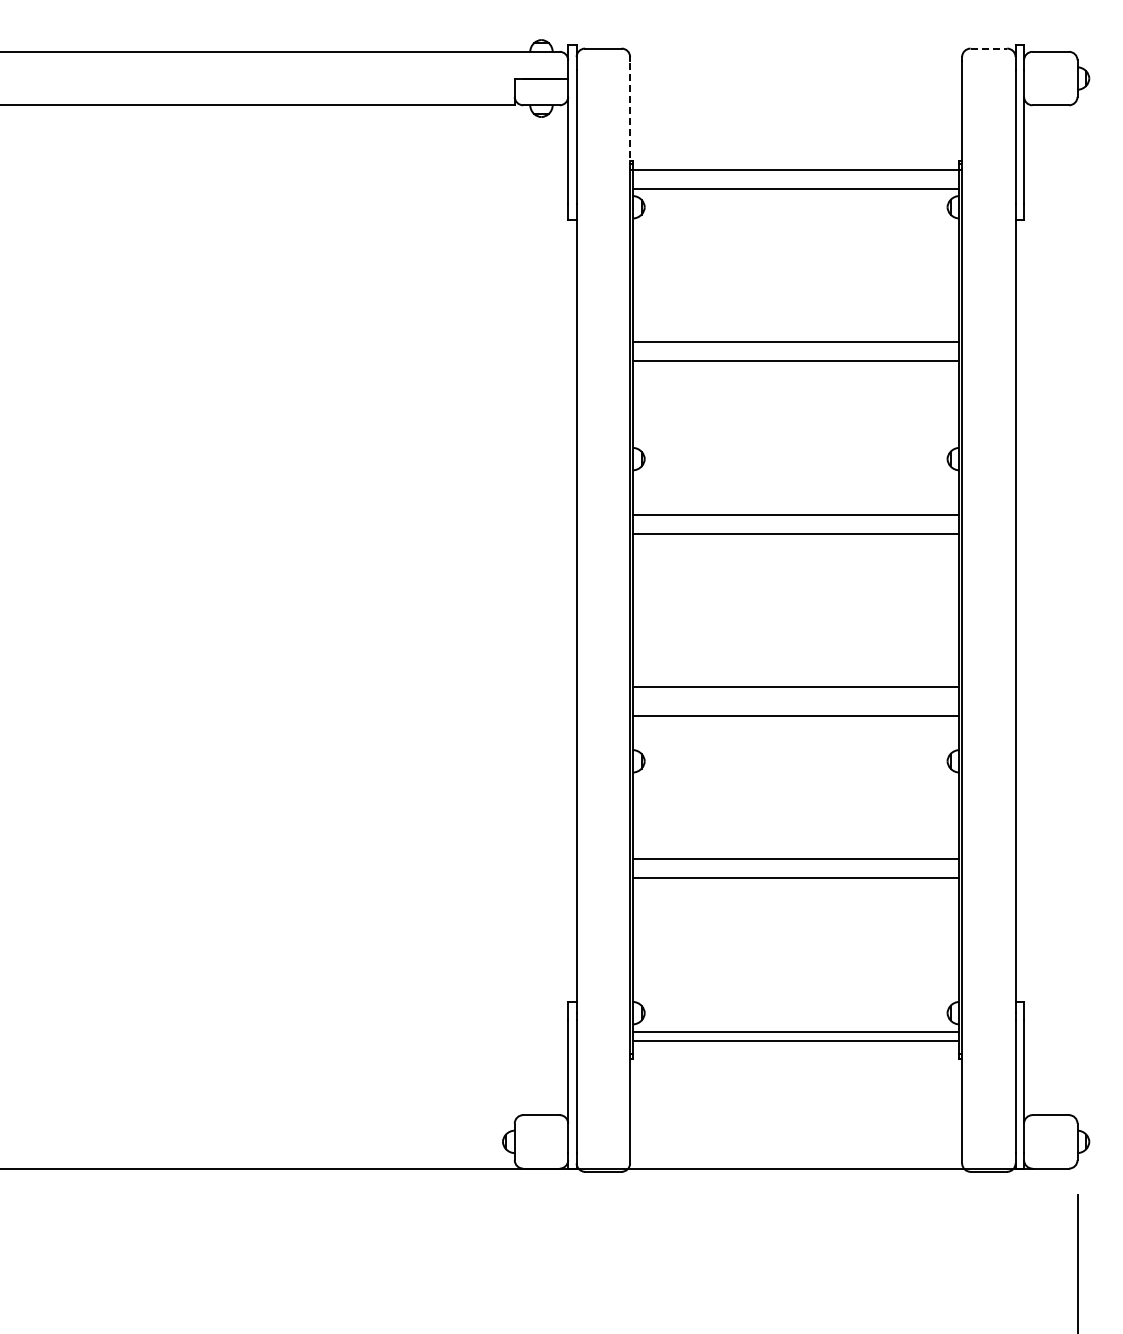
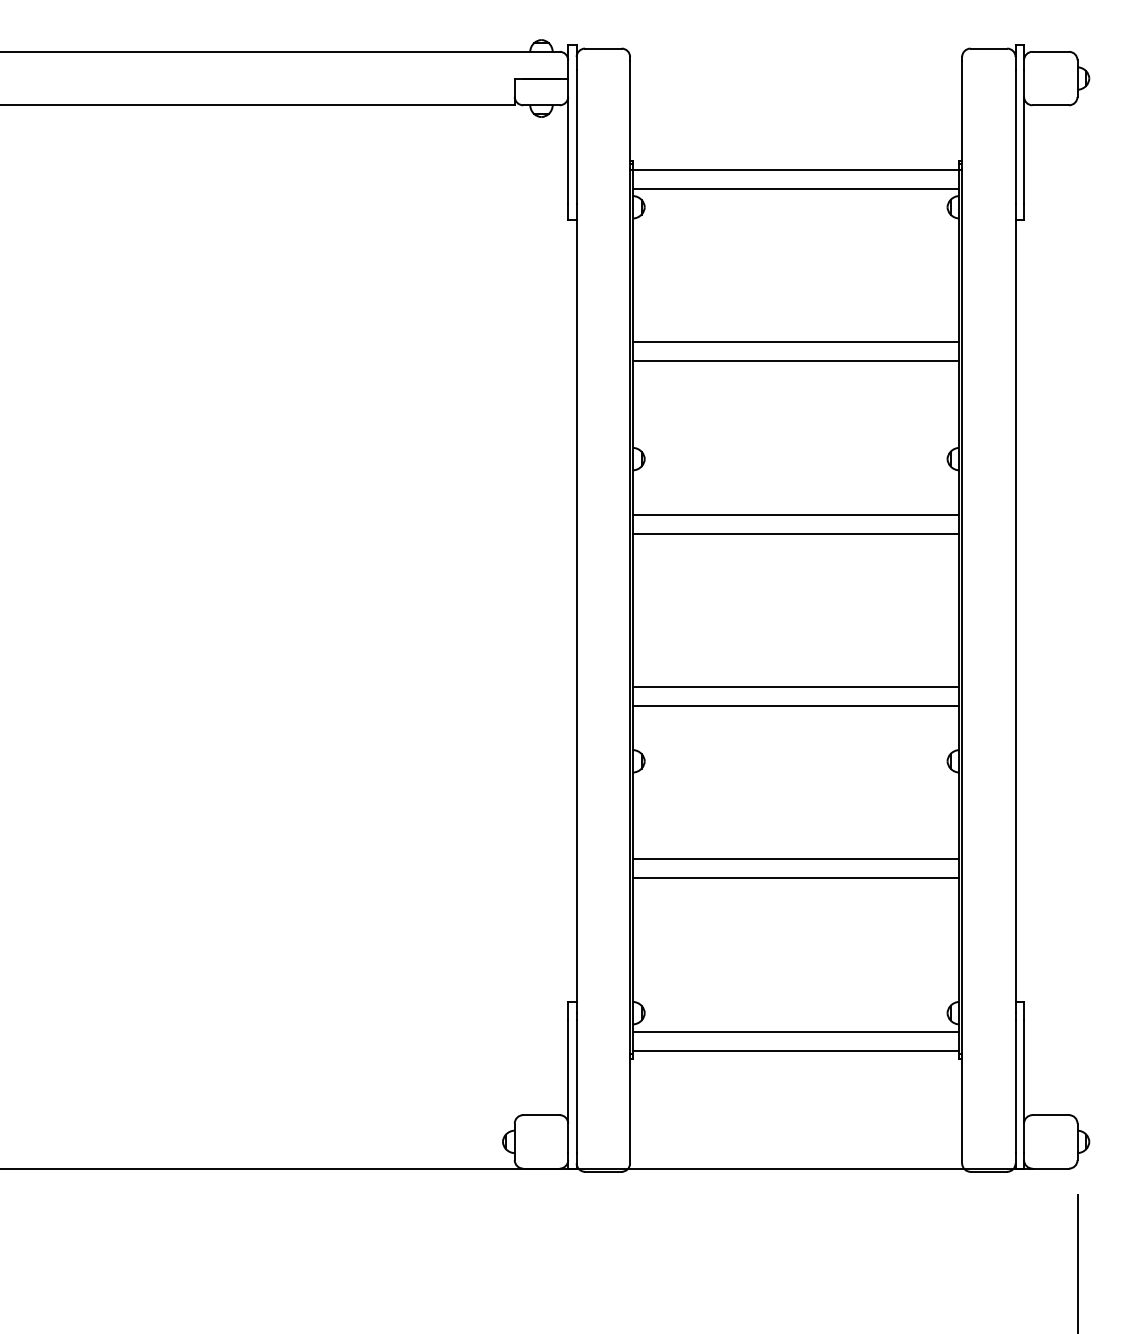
line at (989, 48): dashed -> solid
line at (630, 114): dashed -> solid
line at (795, 715) position: (795, 715) -> (795, 705)
line at (795, 1040) position: (795, 1040) -> (795, 1050)
